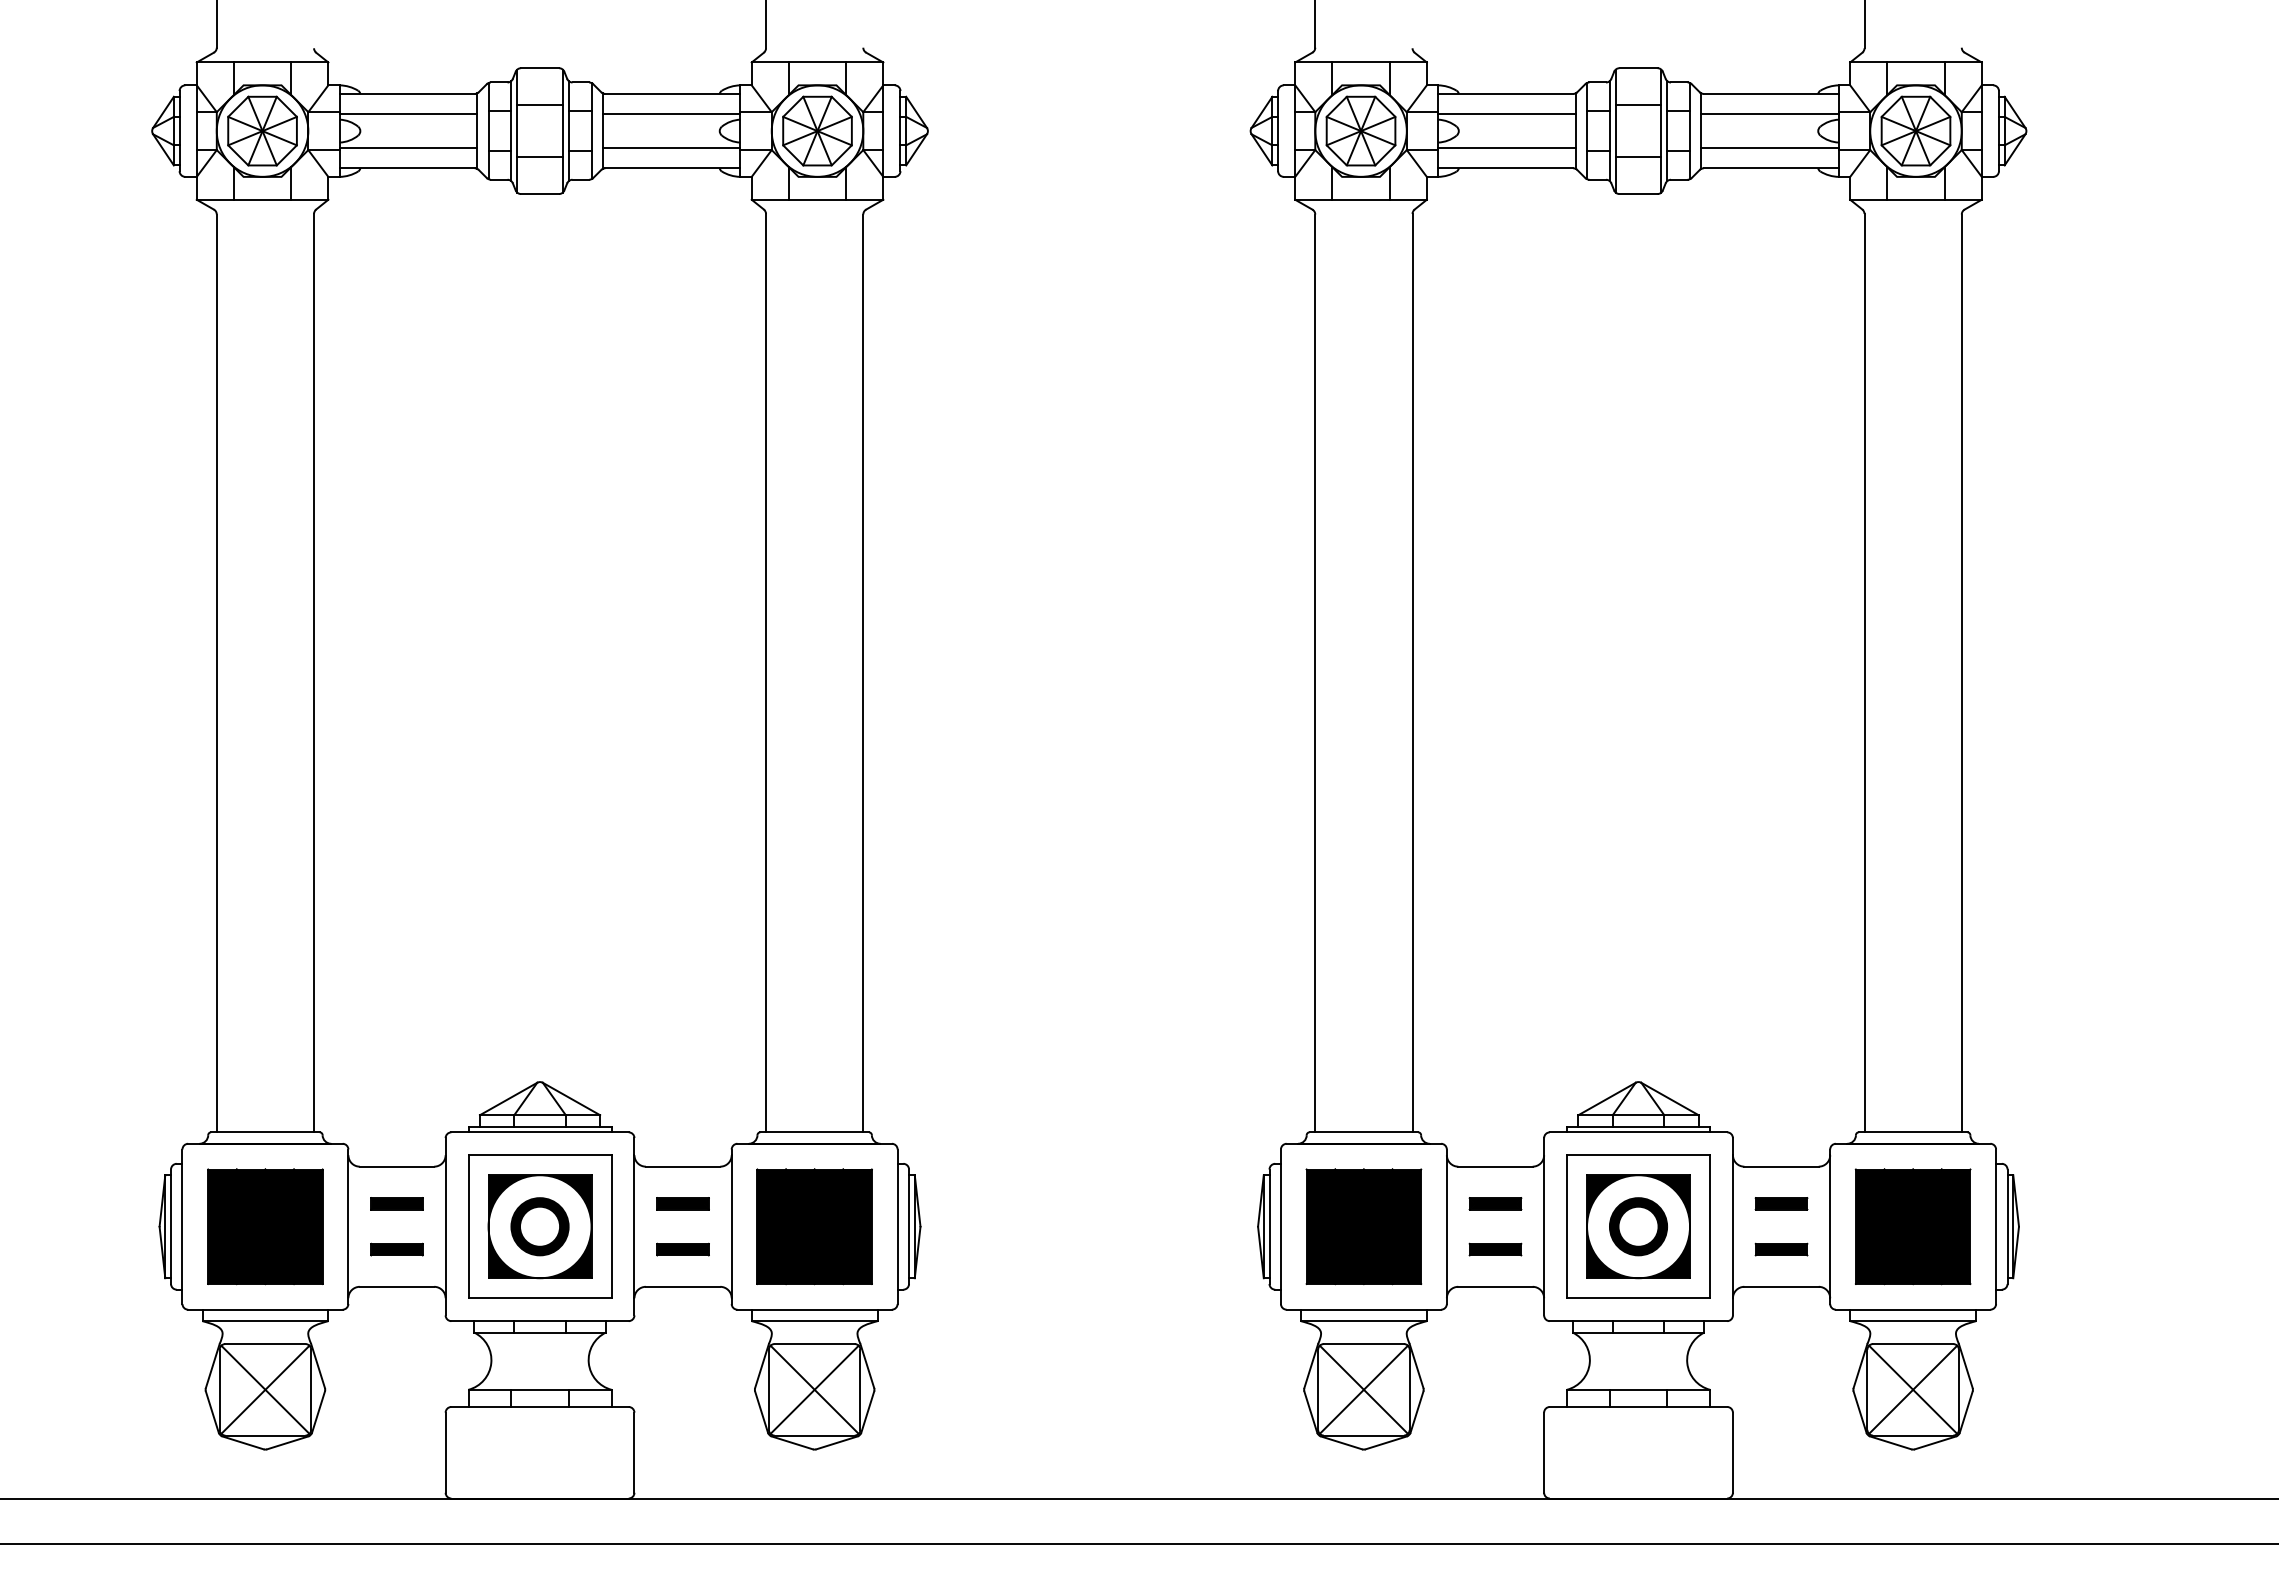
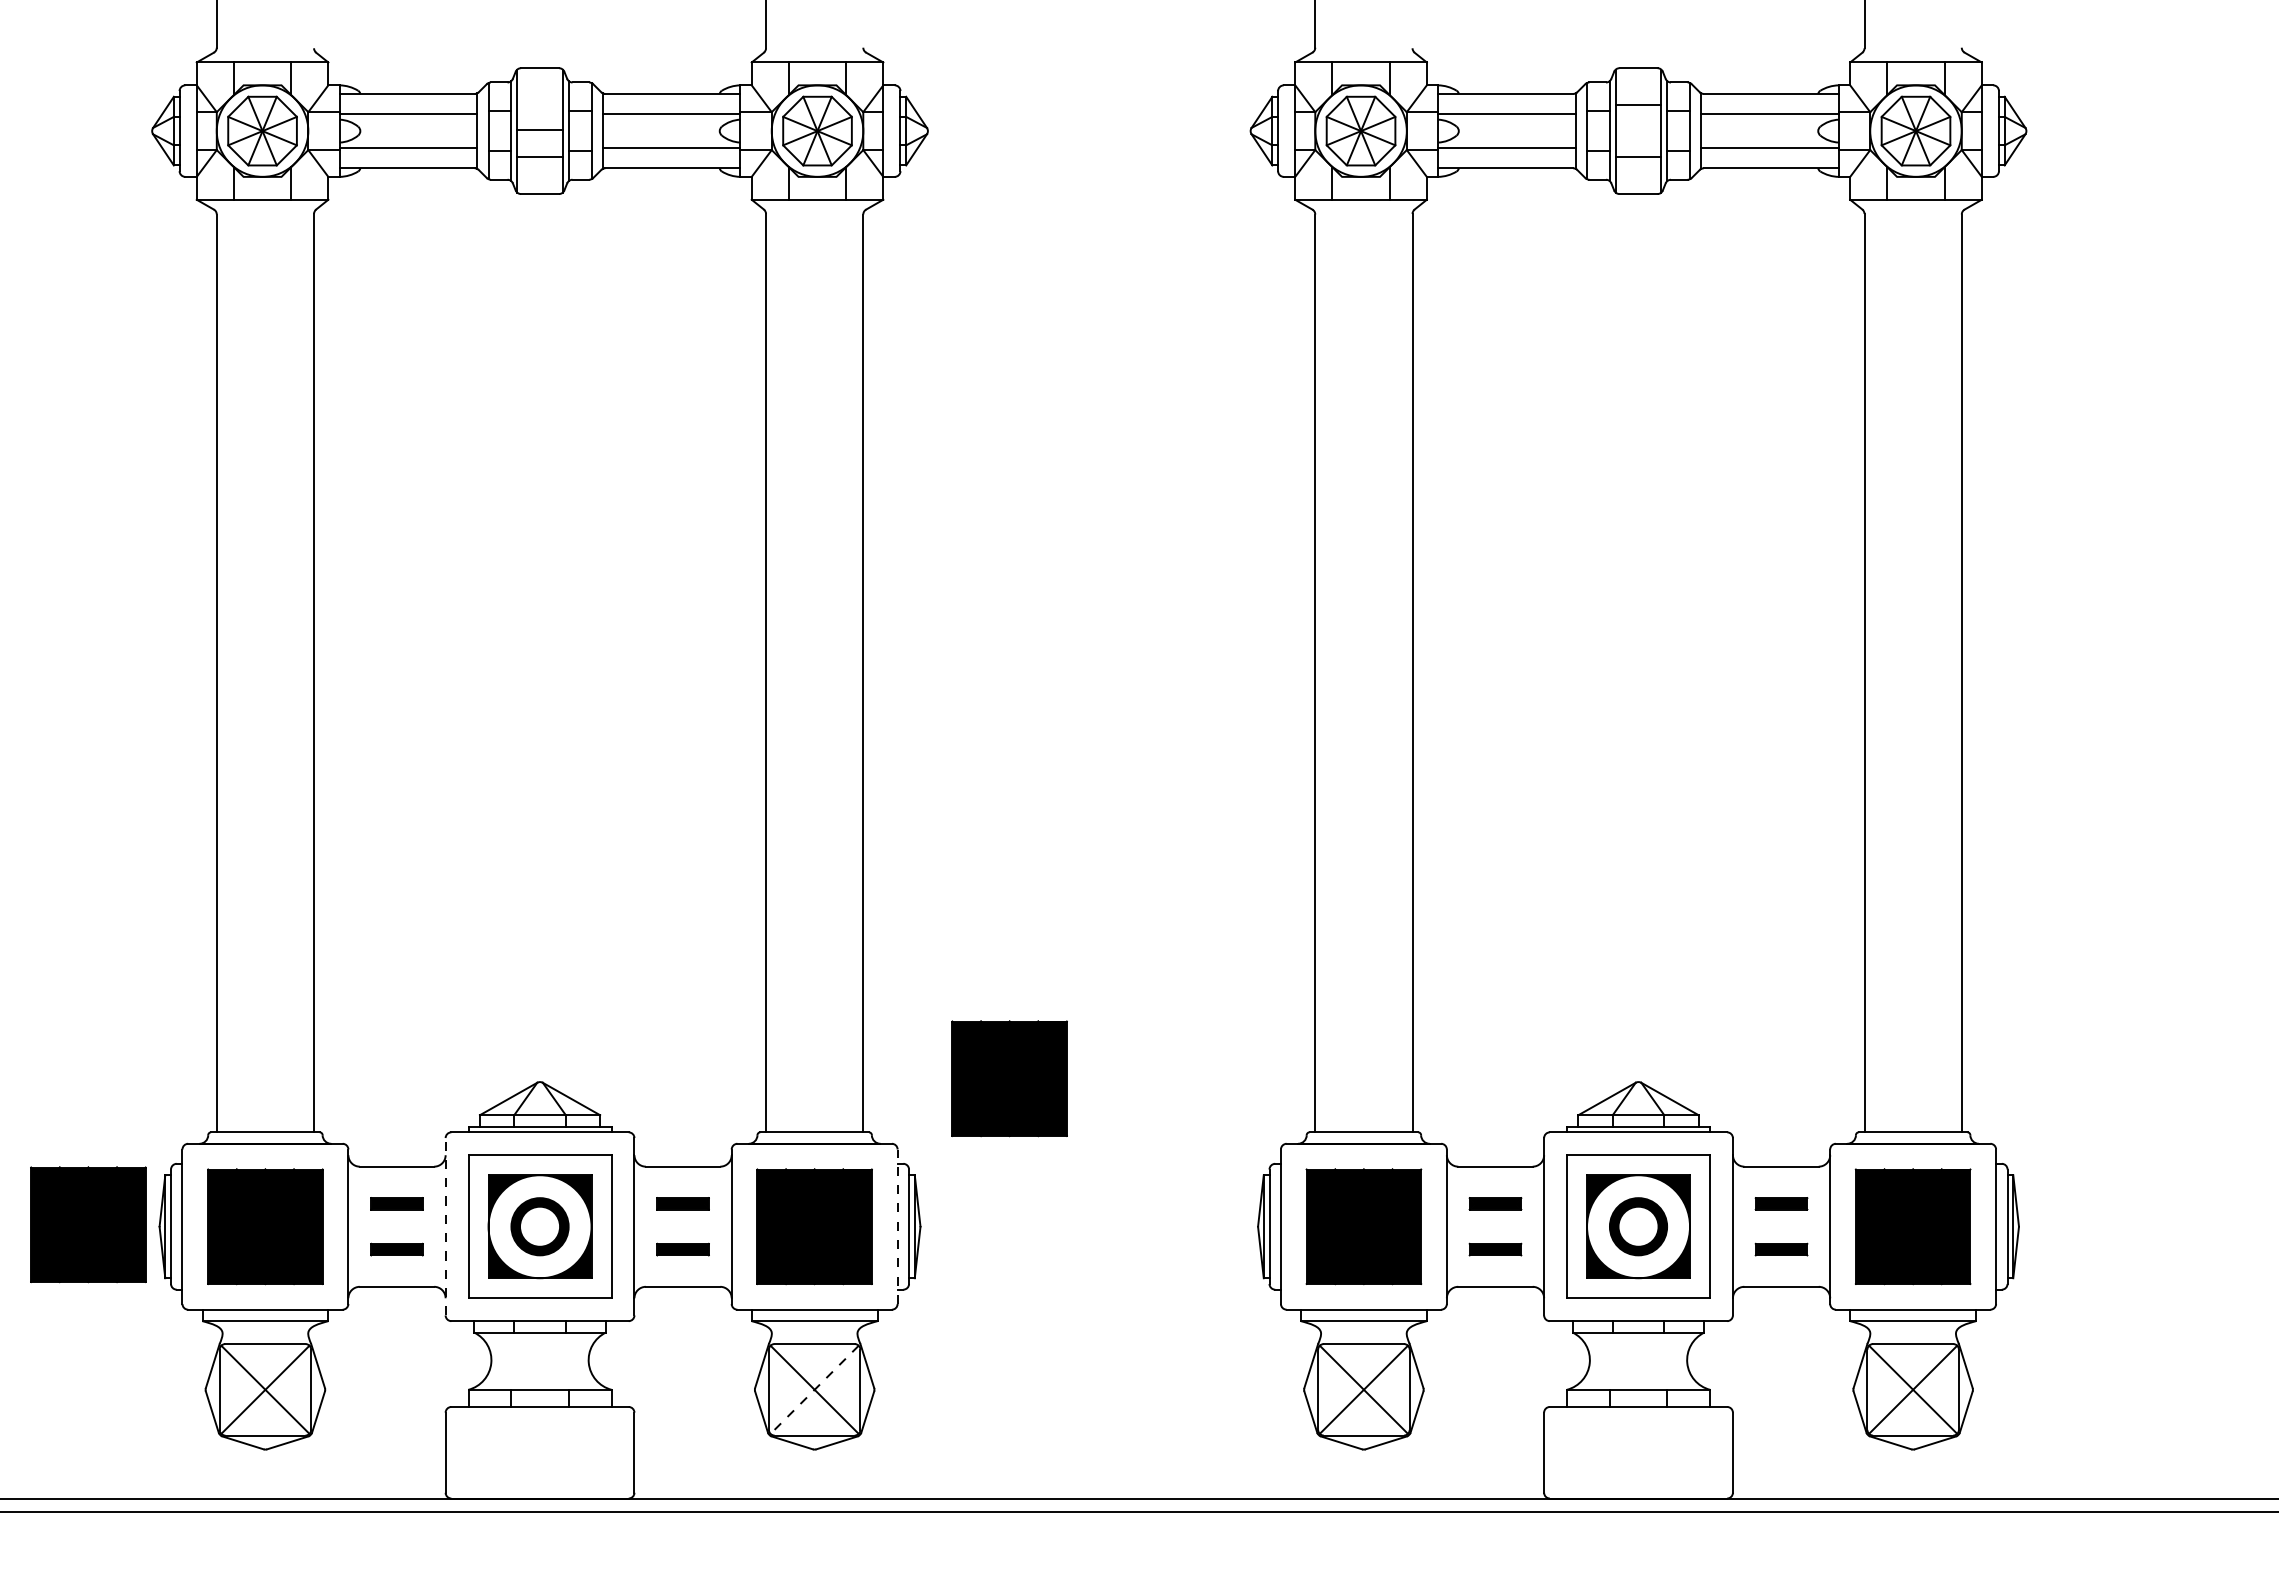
line at (539, 105) position: (539, 105) -> (539, 130)
part at (1009, 1078): none -> present
part at (88, 1224): none -> present
line at (445, 1226): solid -> dashed
line at (897, 1226): solid -> dashed
line at (814, 1390): solid -> dashed
line at (1138, 1544) position: (1138, 1544) -> (1138, 1512)
